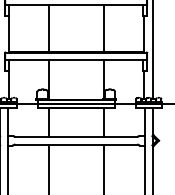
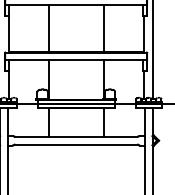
line at (48, 167): present -> none
line at (104, 167): present -> none
